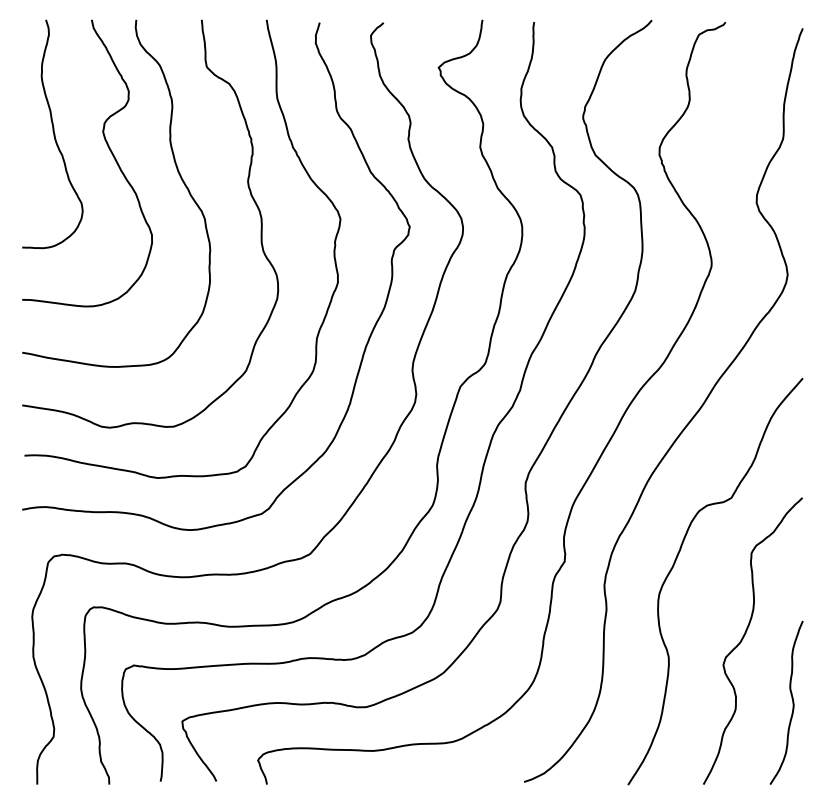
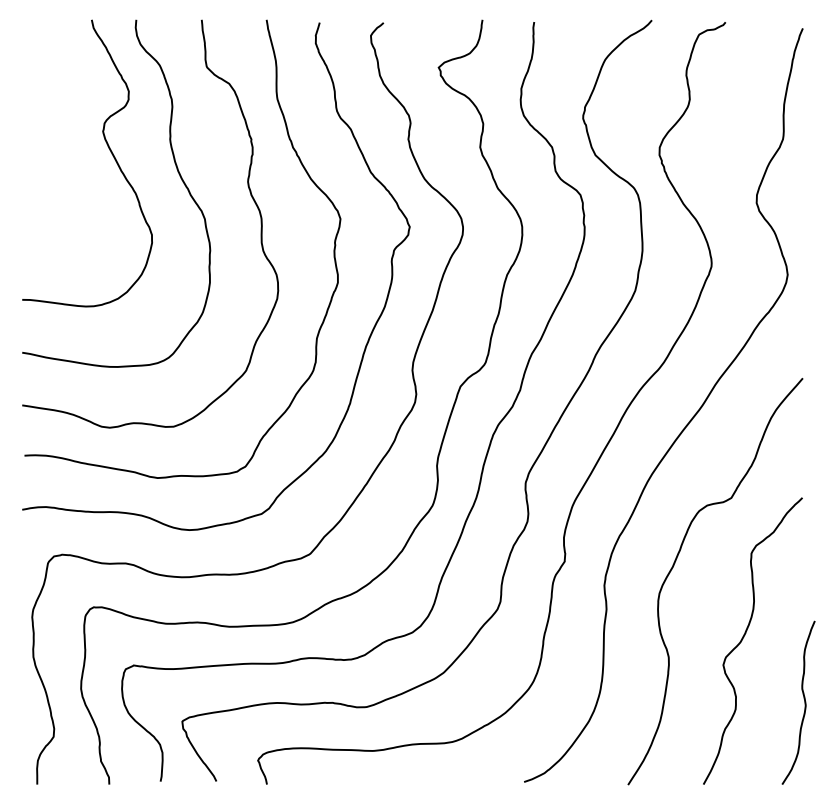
curve at (53, 134): present -> none
curve at (792, 702) position: (792, 702) -> (804, 702)
